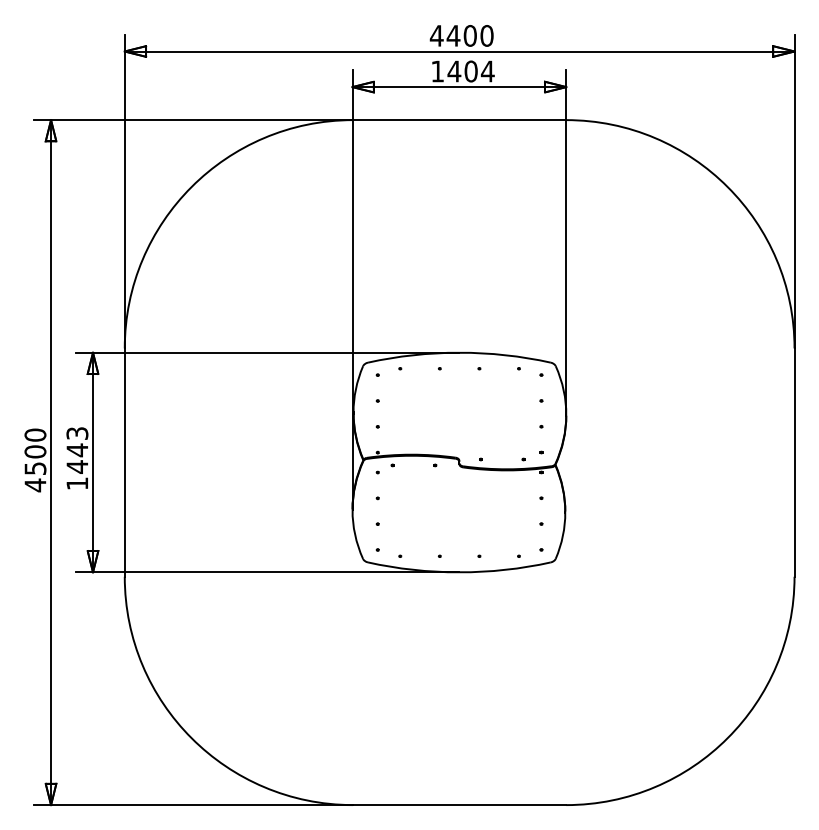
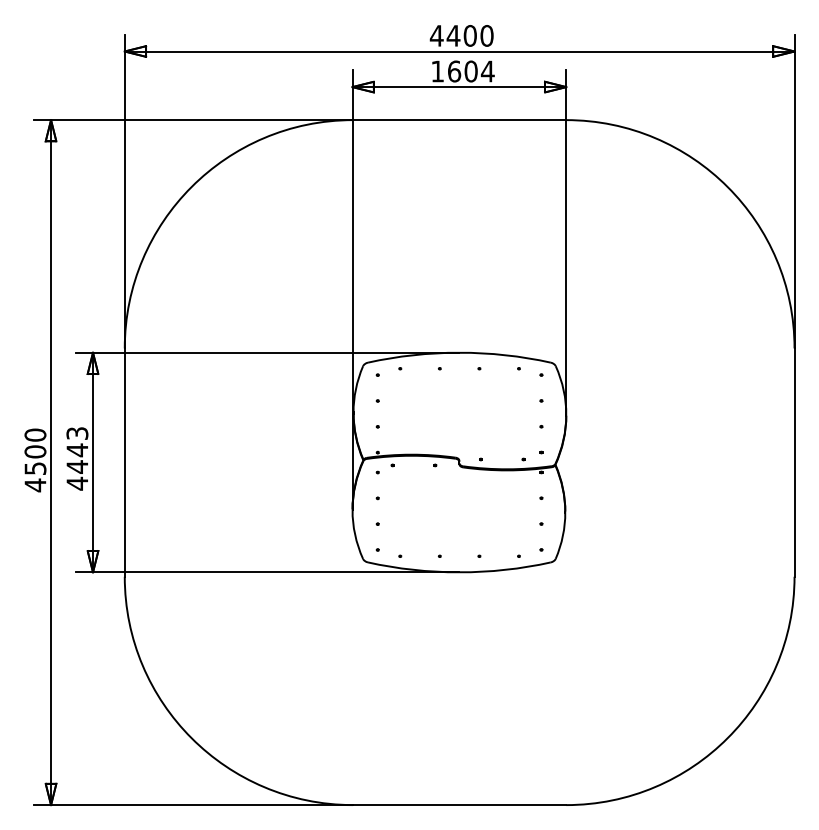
text at (454, 71): 1404 -> 1604
text at (76, 483): 1443 -> 4443
